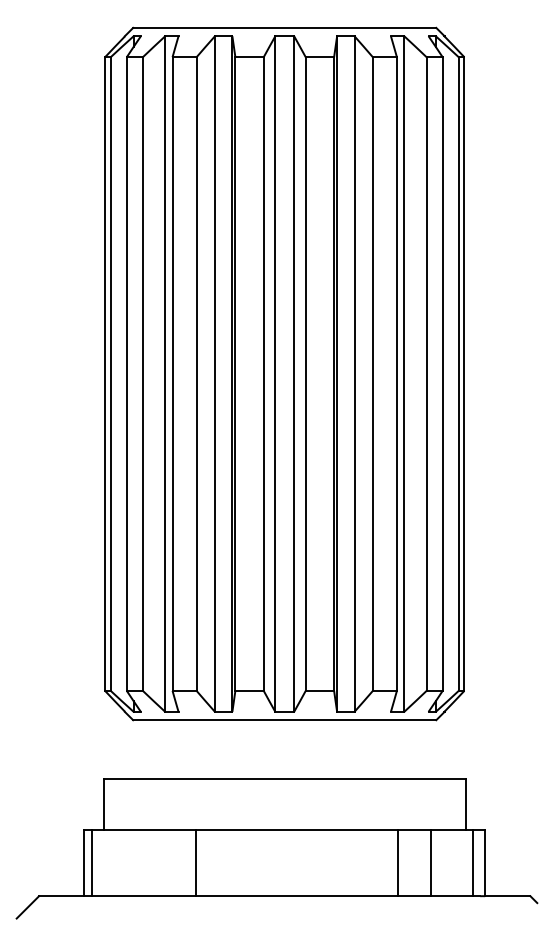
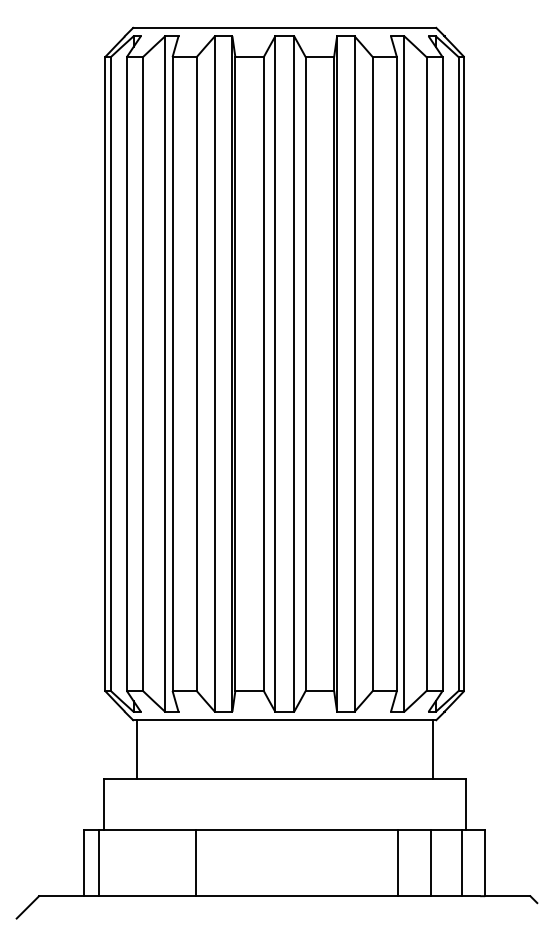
line at (136, 749): none -> present
line at (432, 749): none -> present
line at (91, 862) position: (91, 862) -> (98, 862)
line at (473, 862) position: (473, 862) -> (462, 862)
